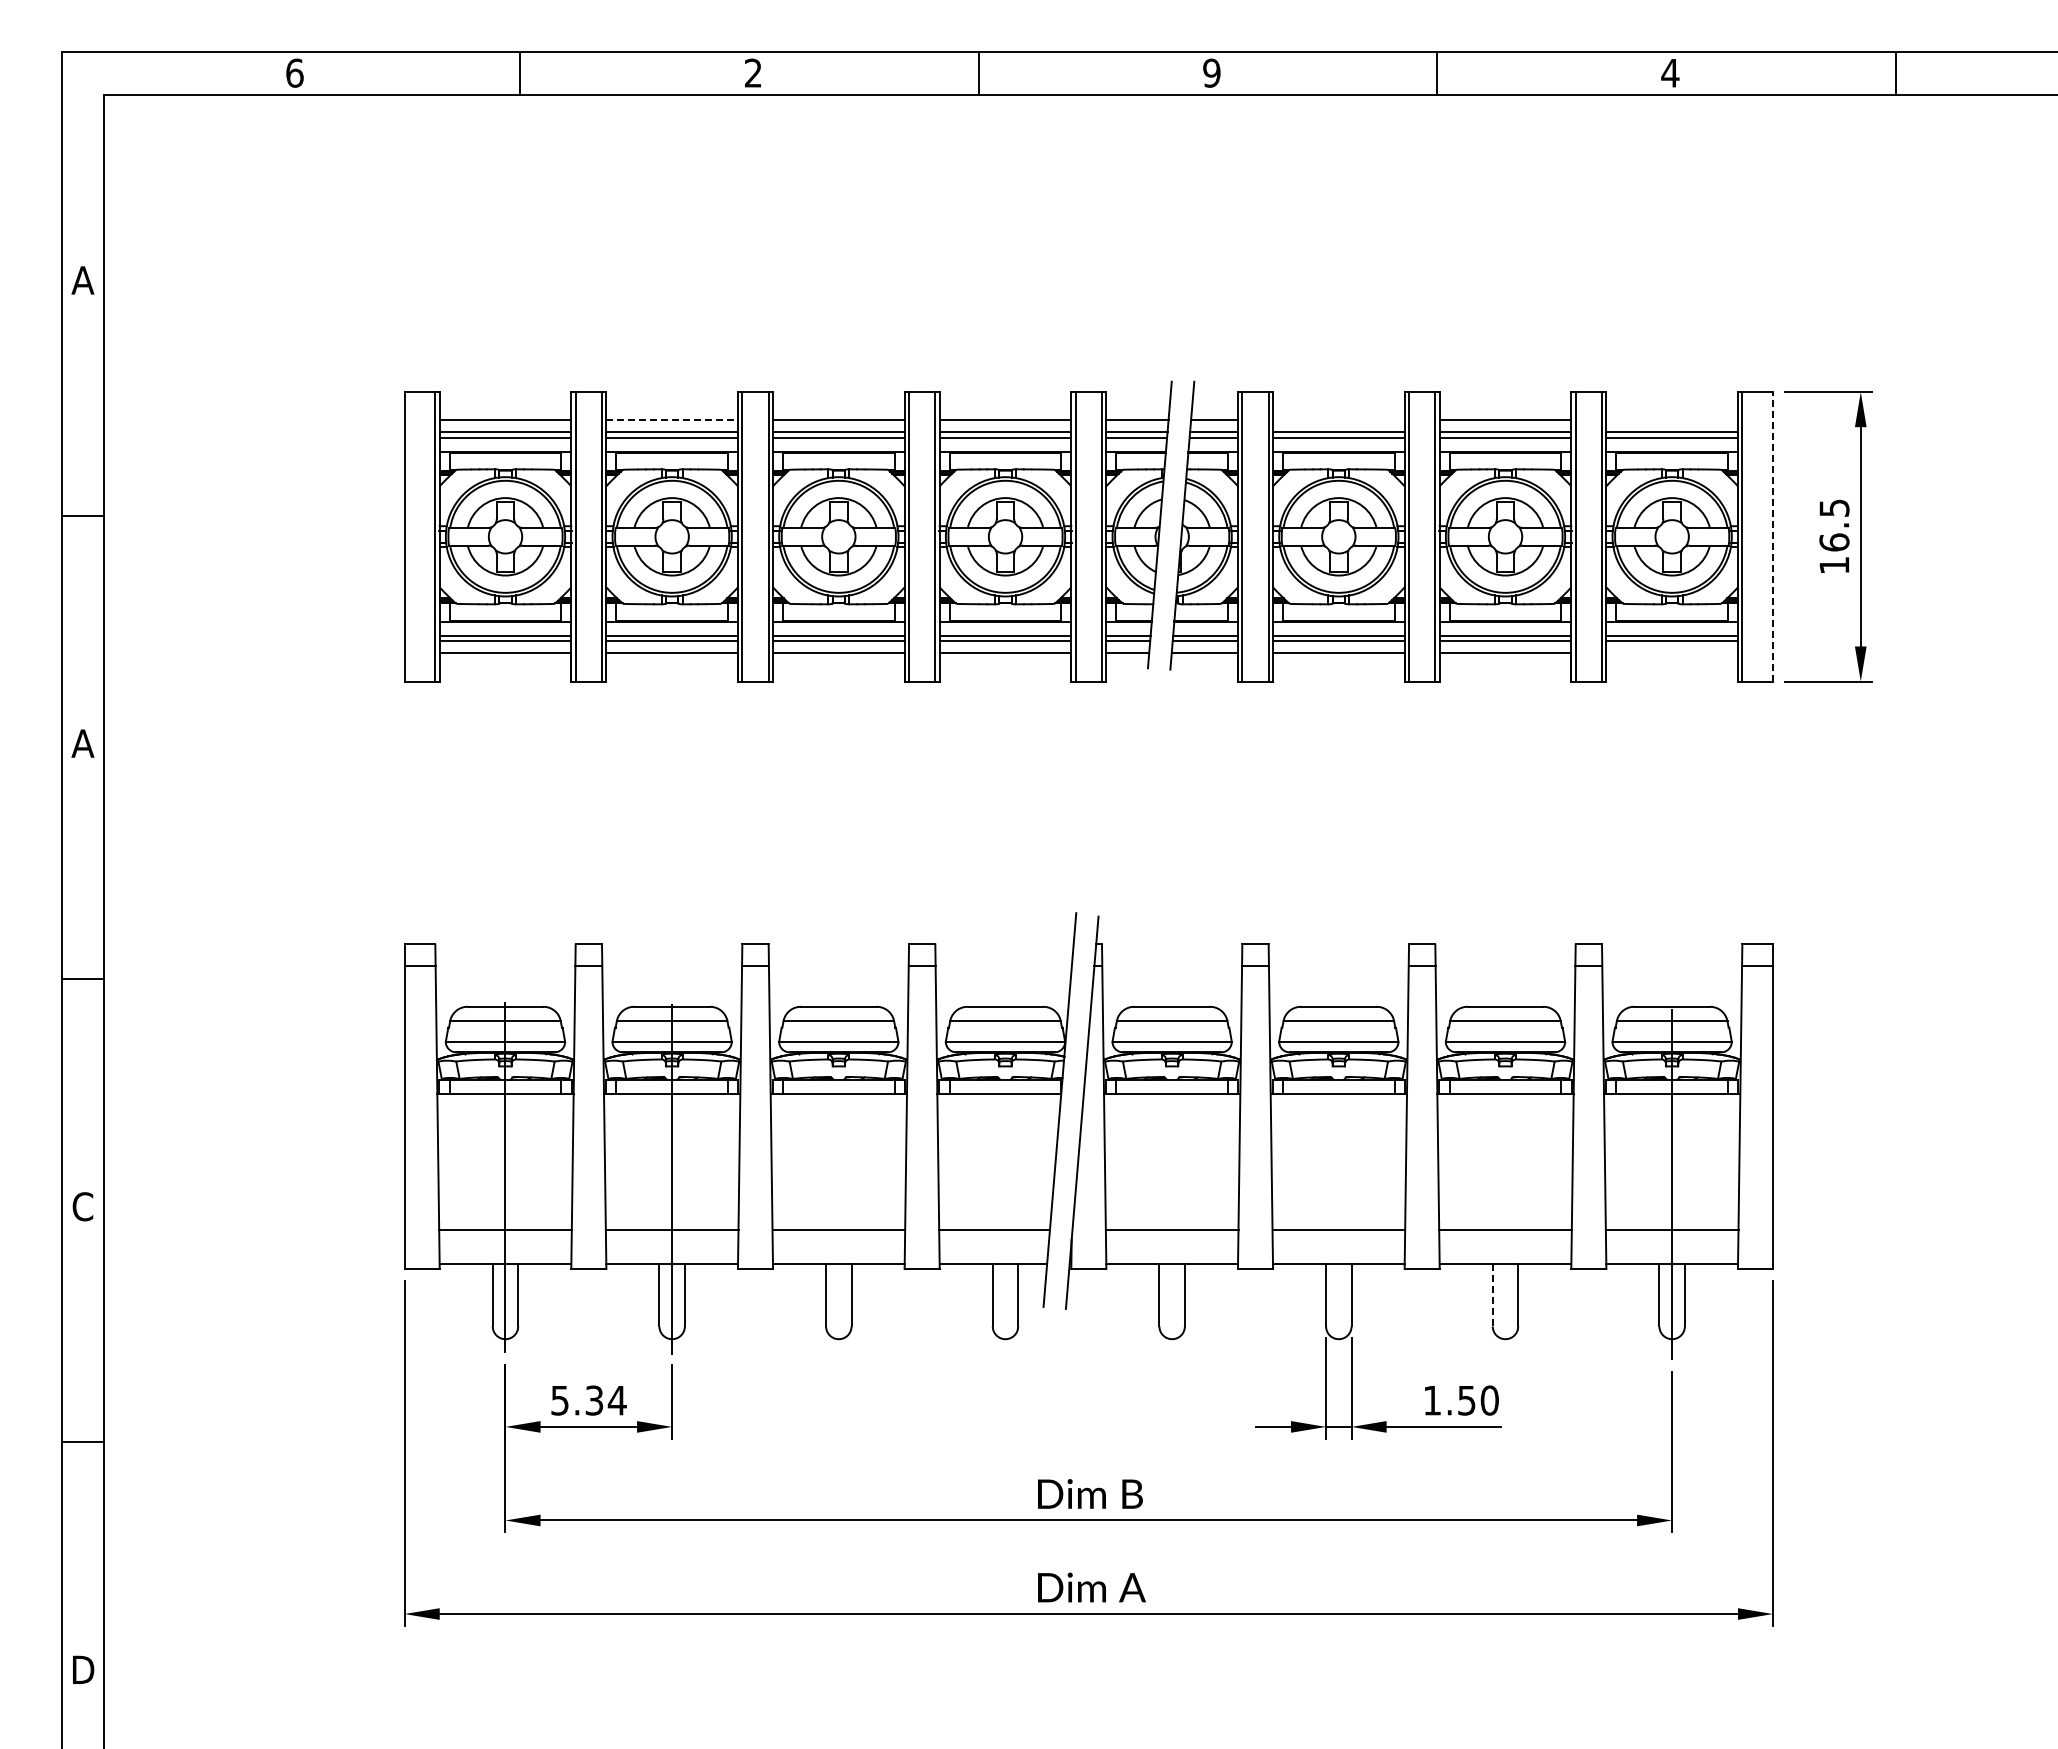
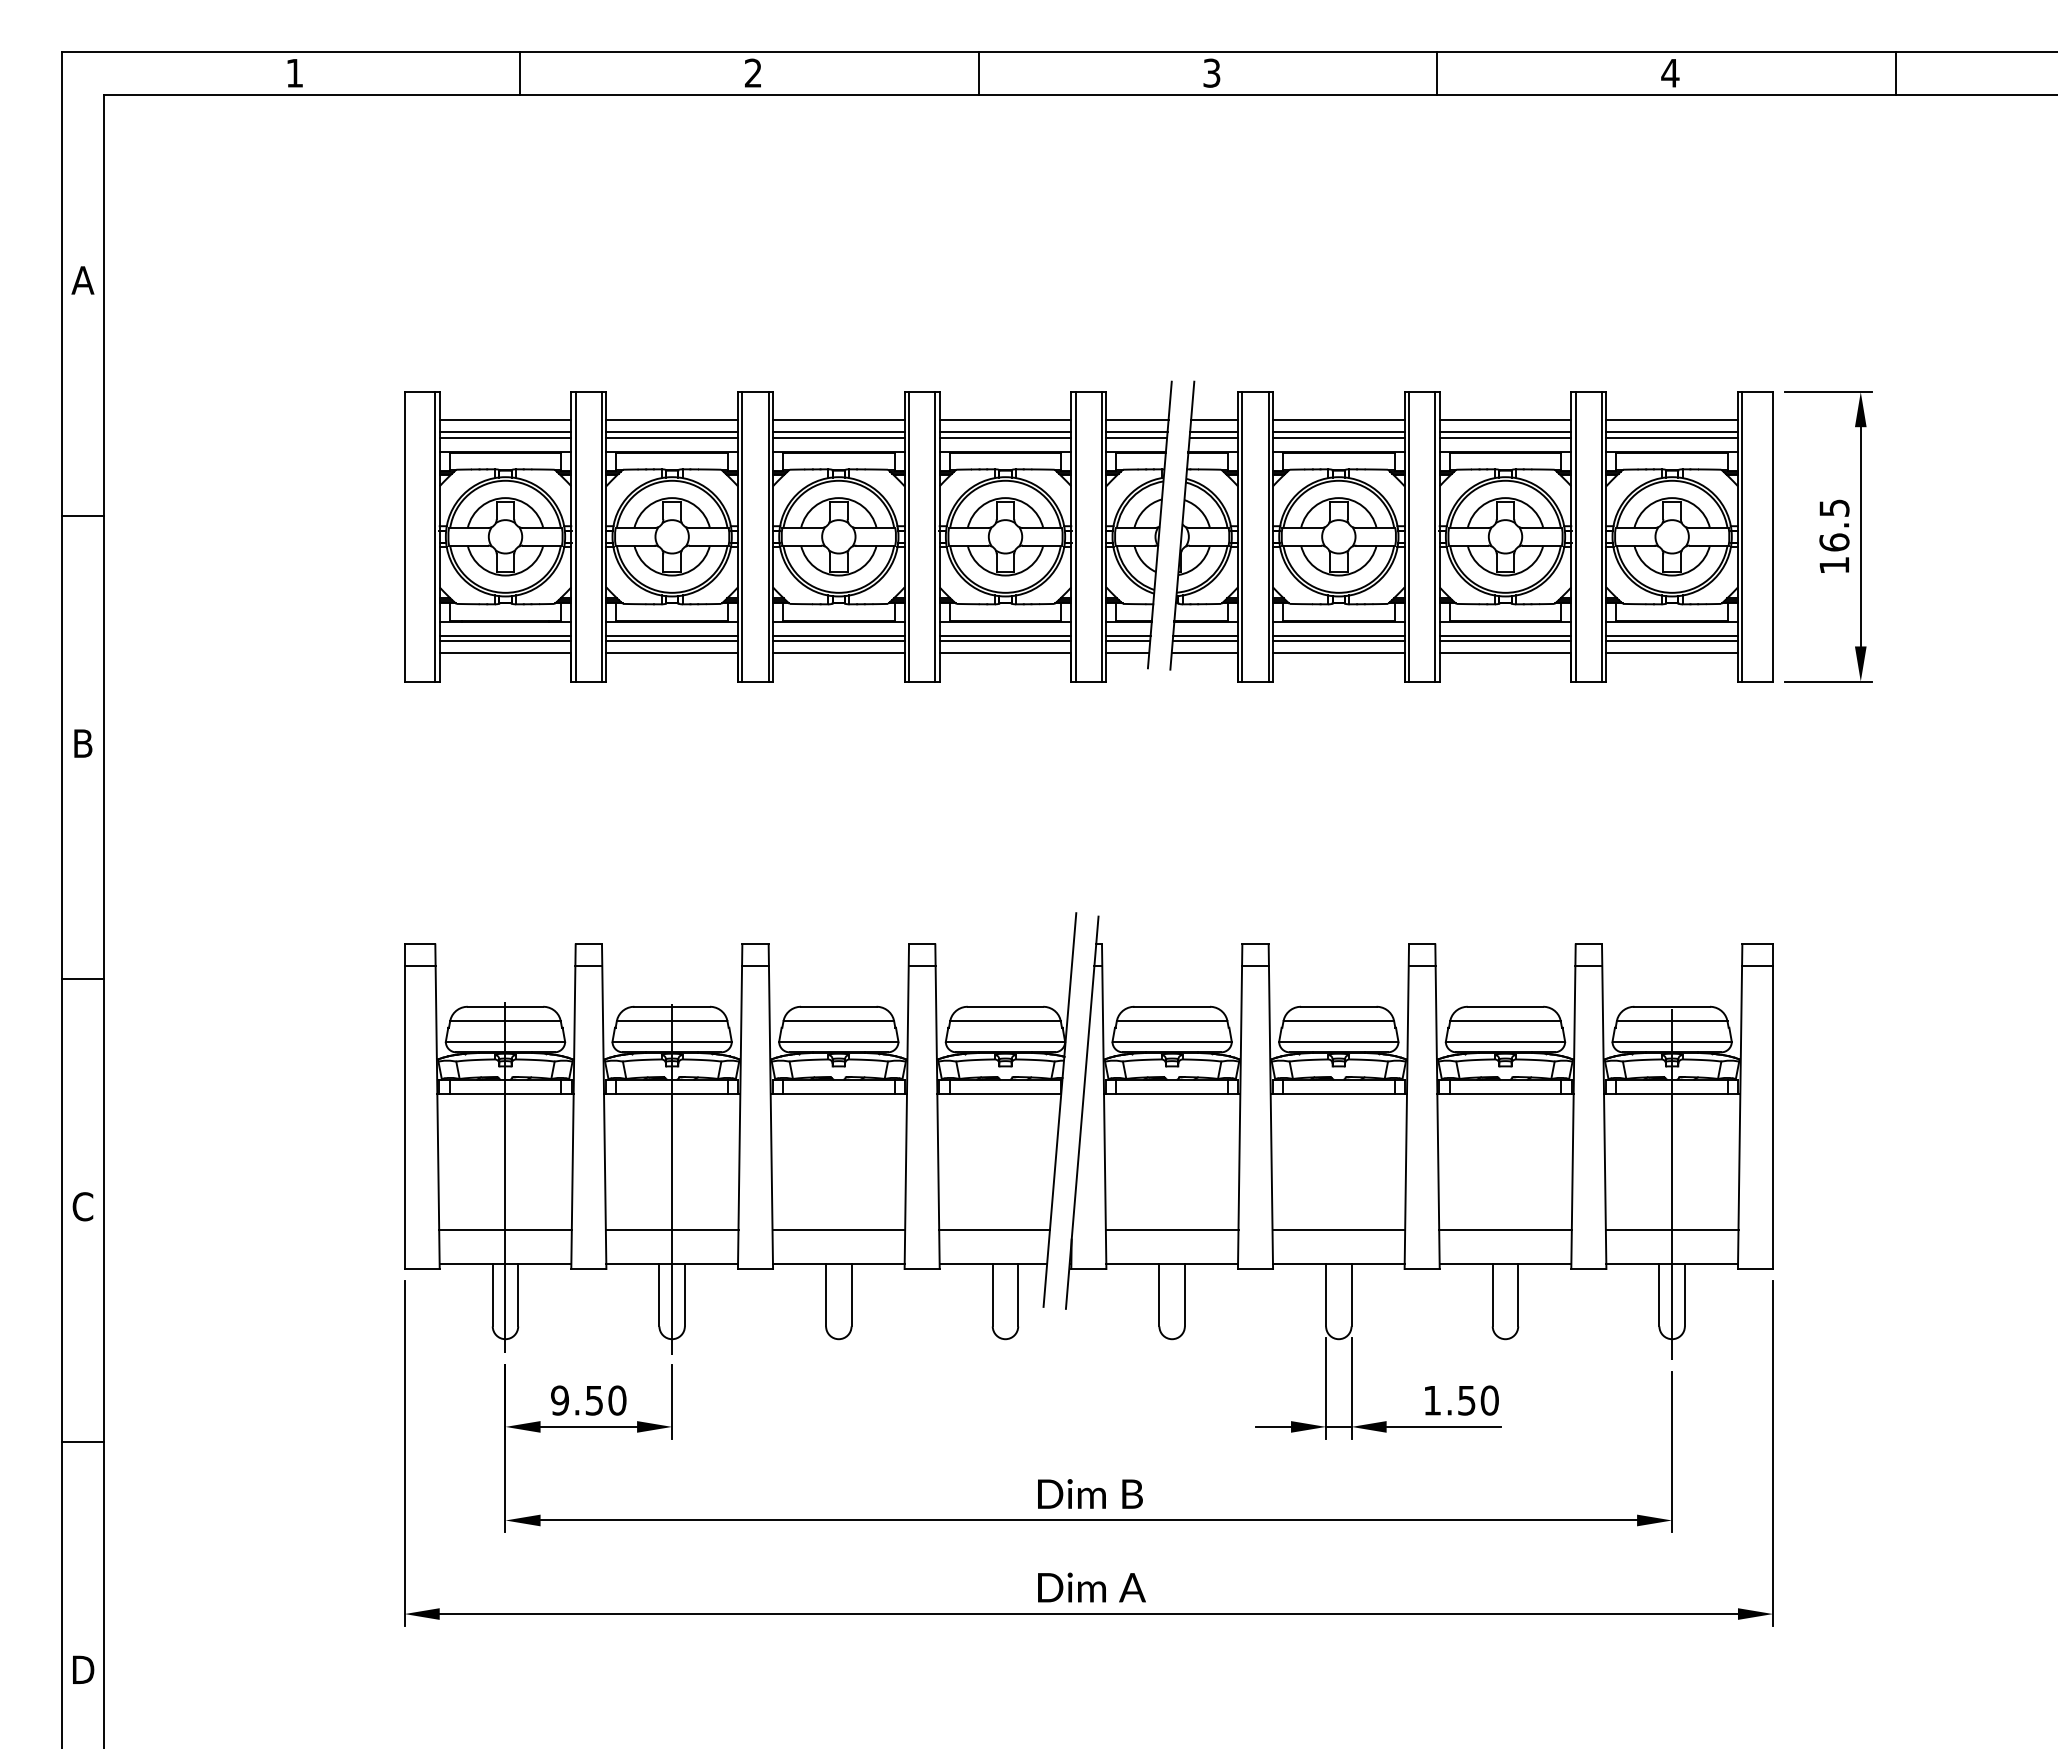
text at (294, 72): 6 -> 1
text at (1211, 72): 9 -> 3
line at (672, 420): dashed -> solid
line at (1338, 420): none -> present
line at (1671, 420): none -> present
line at (1773, 536): dashed -> solid
line at (1671, 653): none -> present
text at (82, 743): A -> B
line at (1492, 1295): dashed -> solid
text at (588, 1400): 5.34 -> 9.50
